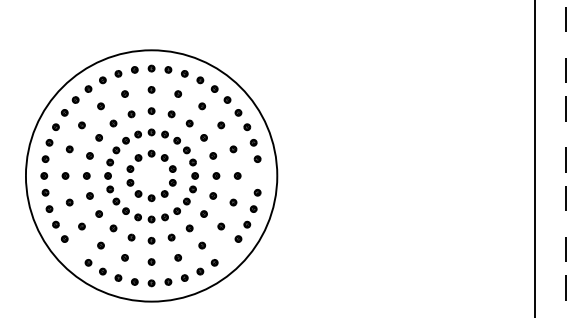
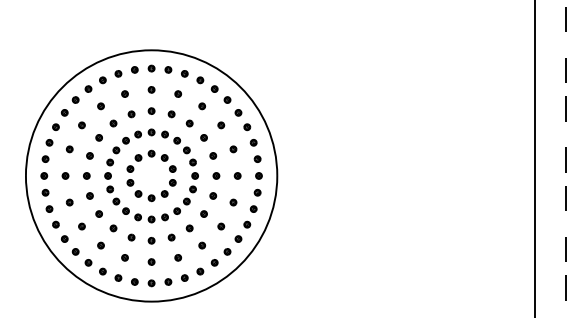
part at (258, 175): none -> present
part at (75, 251): none -> present
part at (227, 251): none -> present
